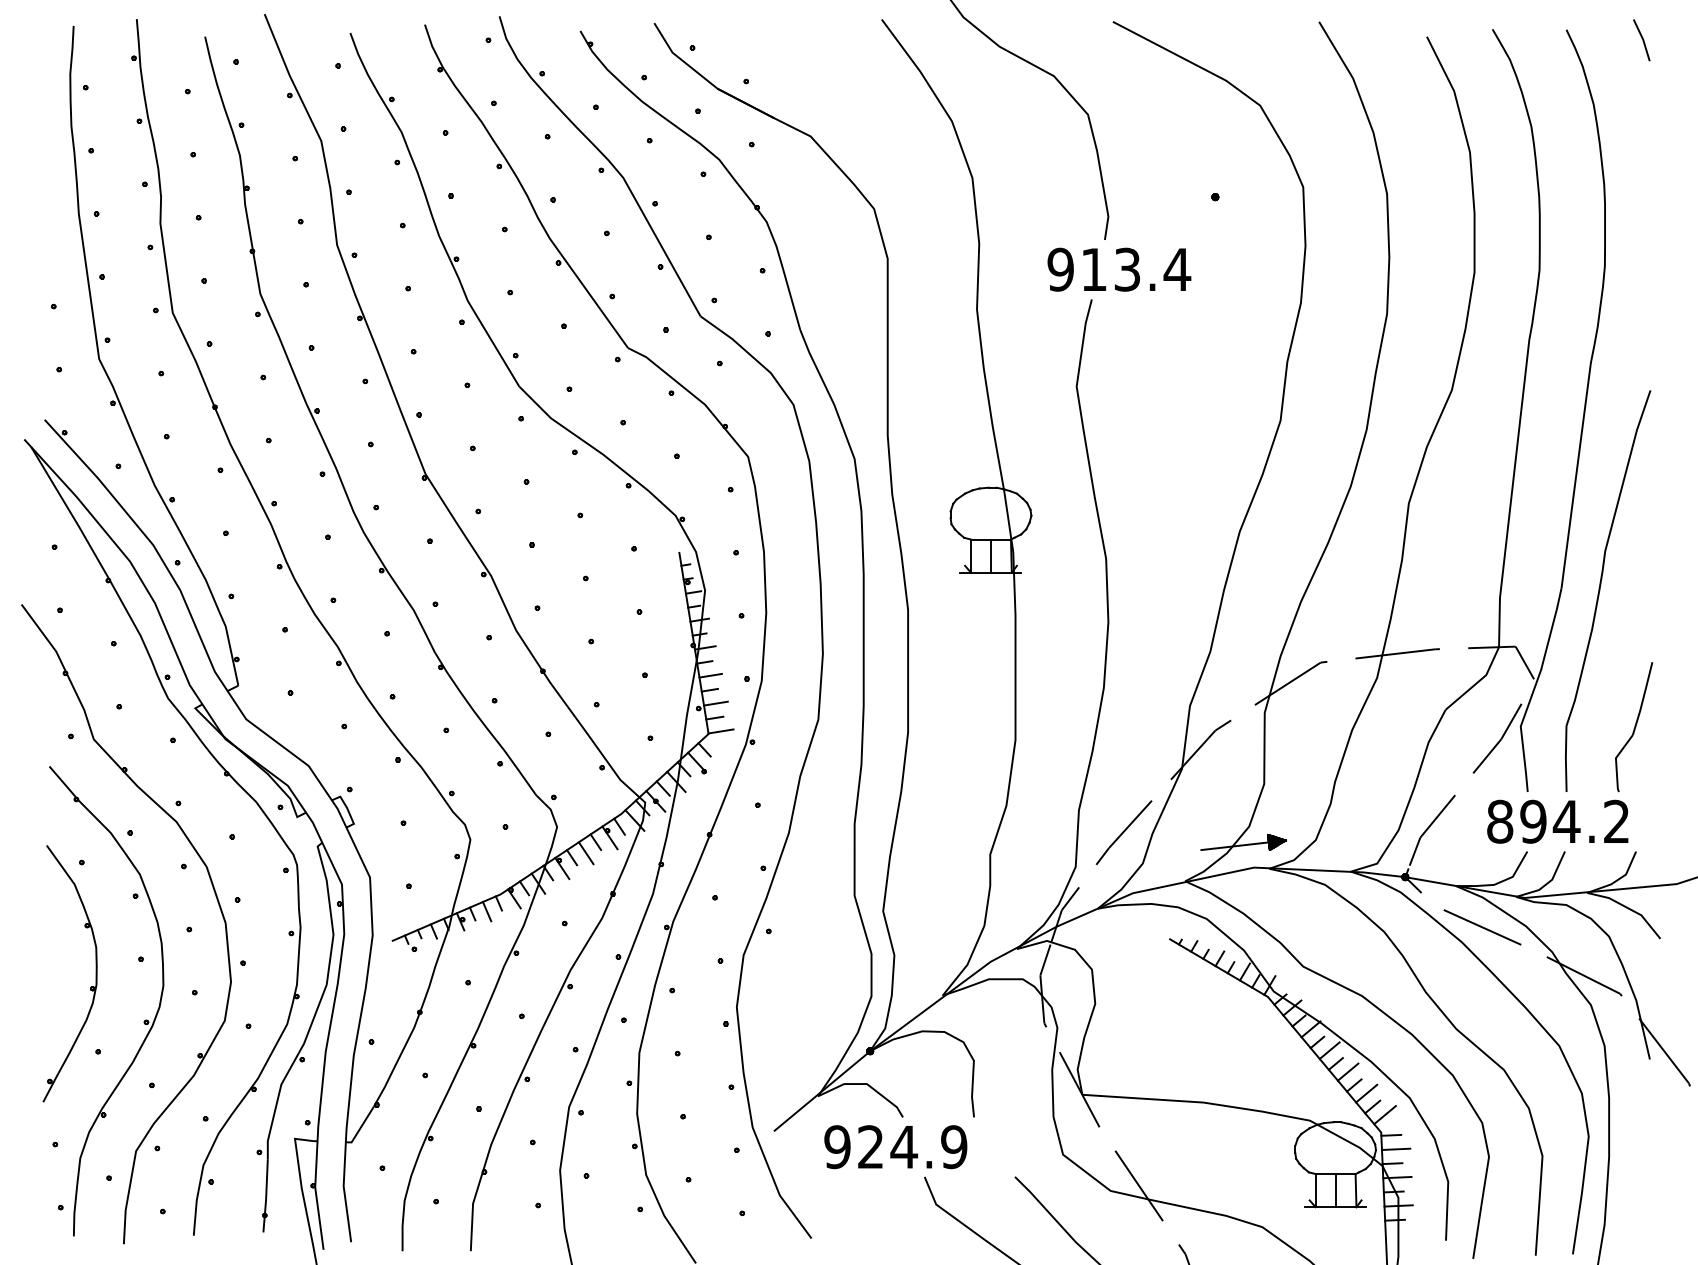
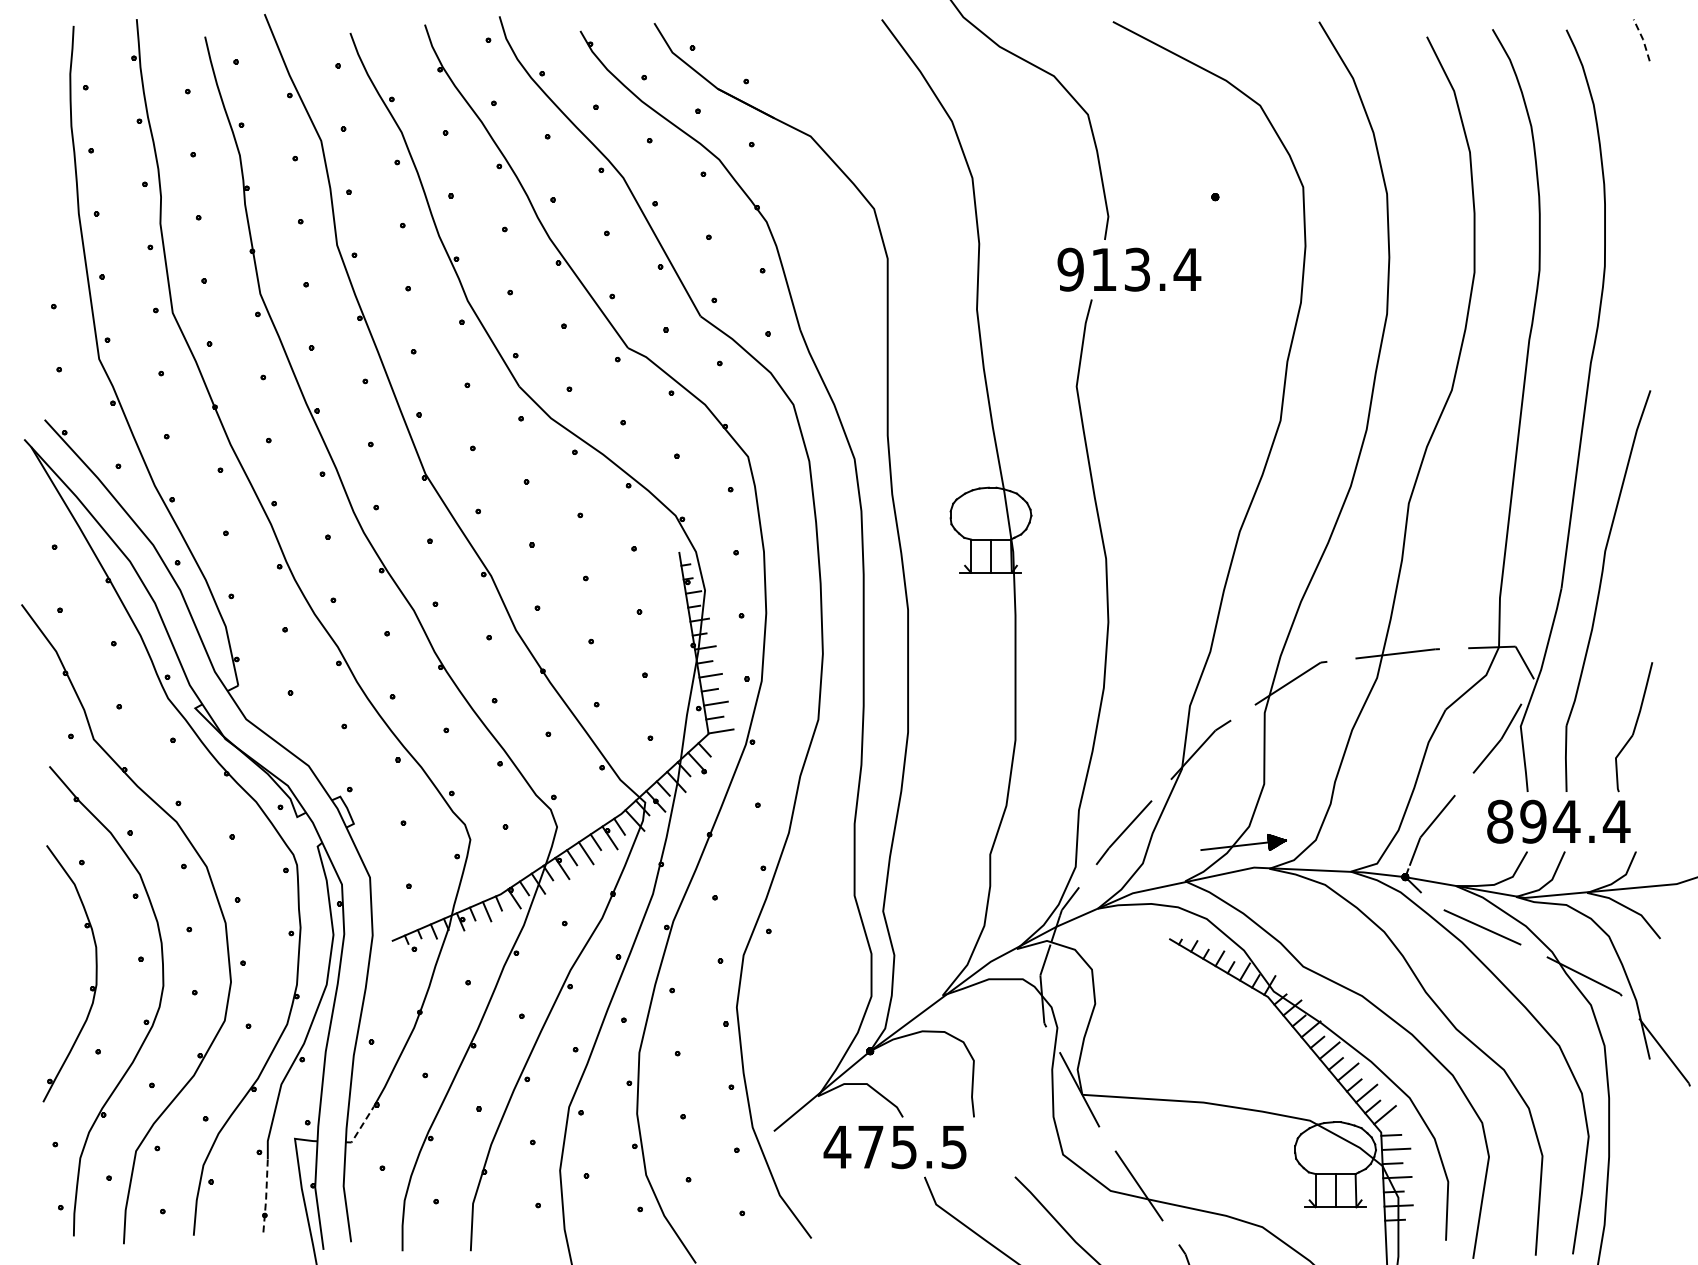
line at (1643, 39): solid -> dashed
text at (1119, 269) position: (1119, 269) -> (1129, 269)
text at (1616, 820): 894.2 -> 894.4
line at (360, 1127): solid -> dashed
text at (895, 1147): 924.9 -> 475.5
line at (266, 1196): solid -> dashed
